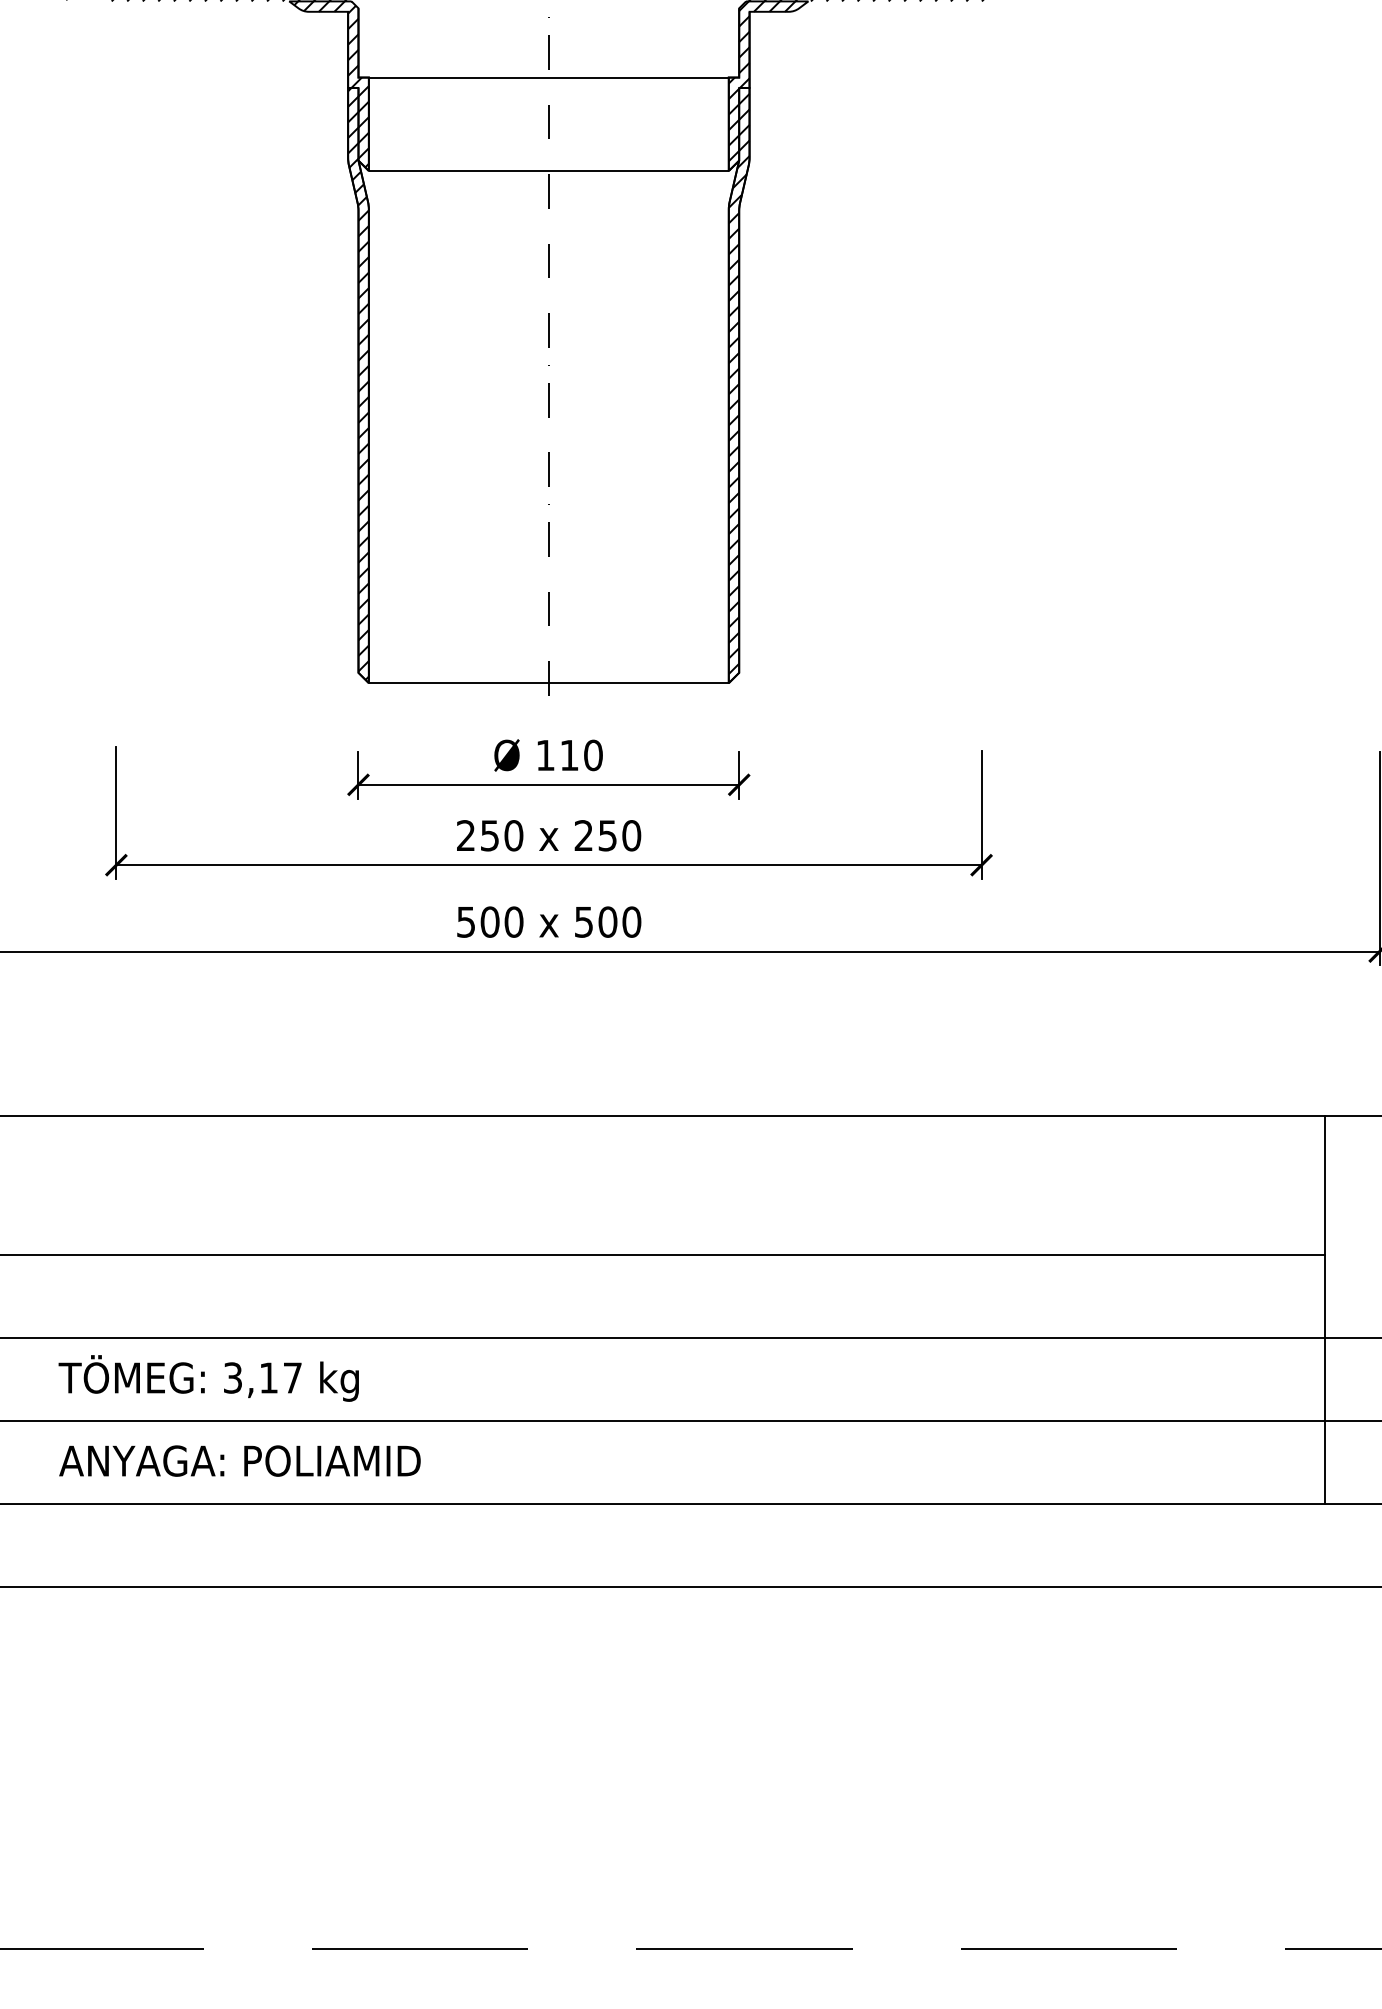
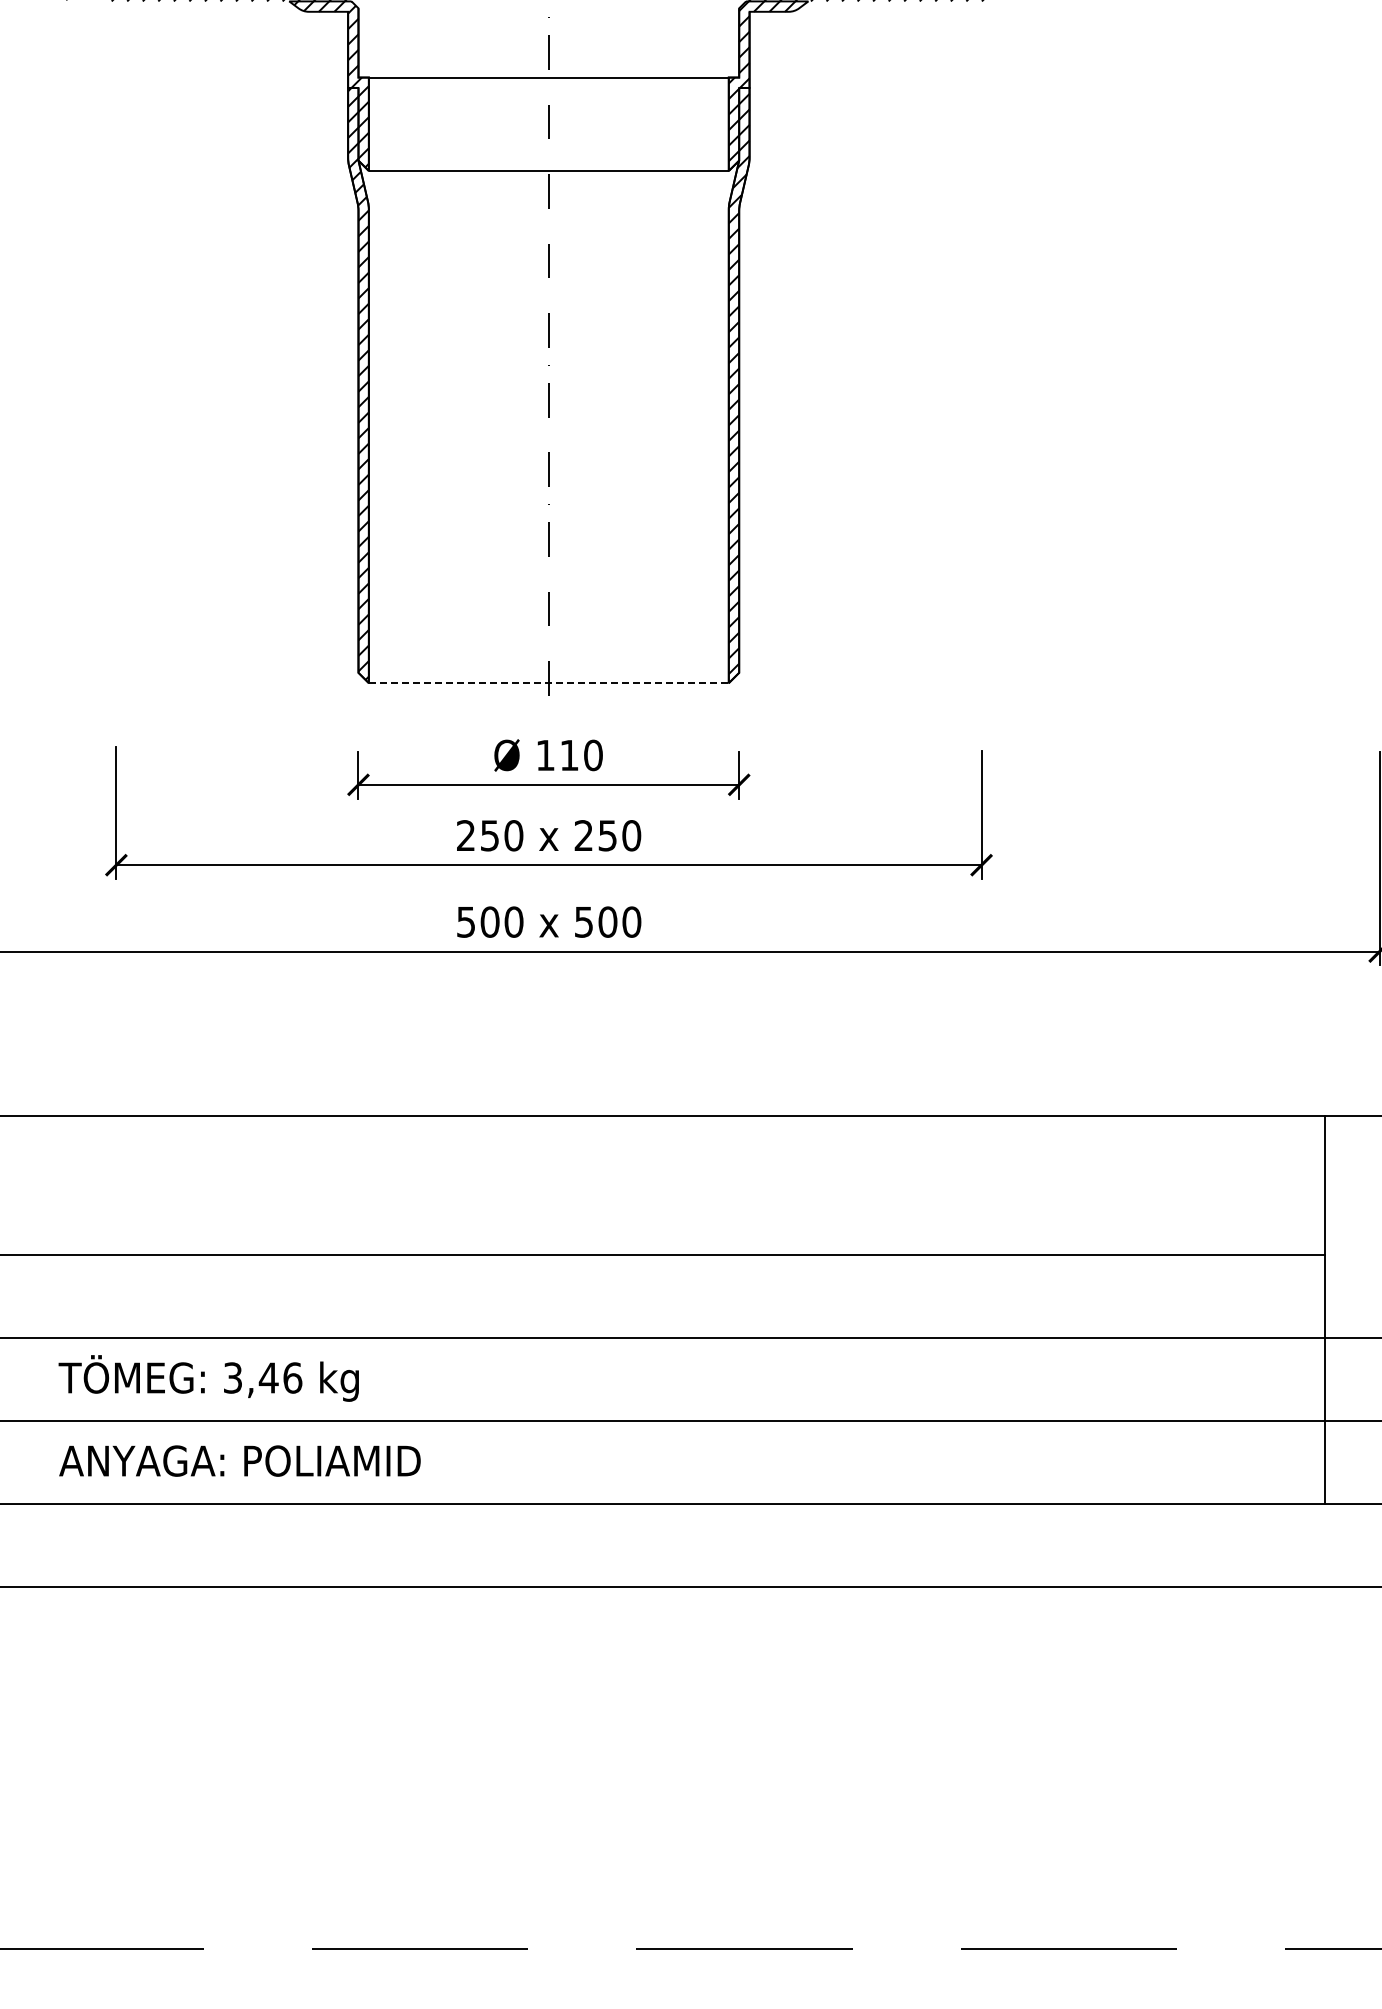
line at (548, 683): solid -> dashed
text at (280, 1377): 3,17 -> 3,46
